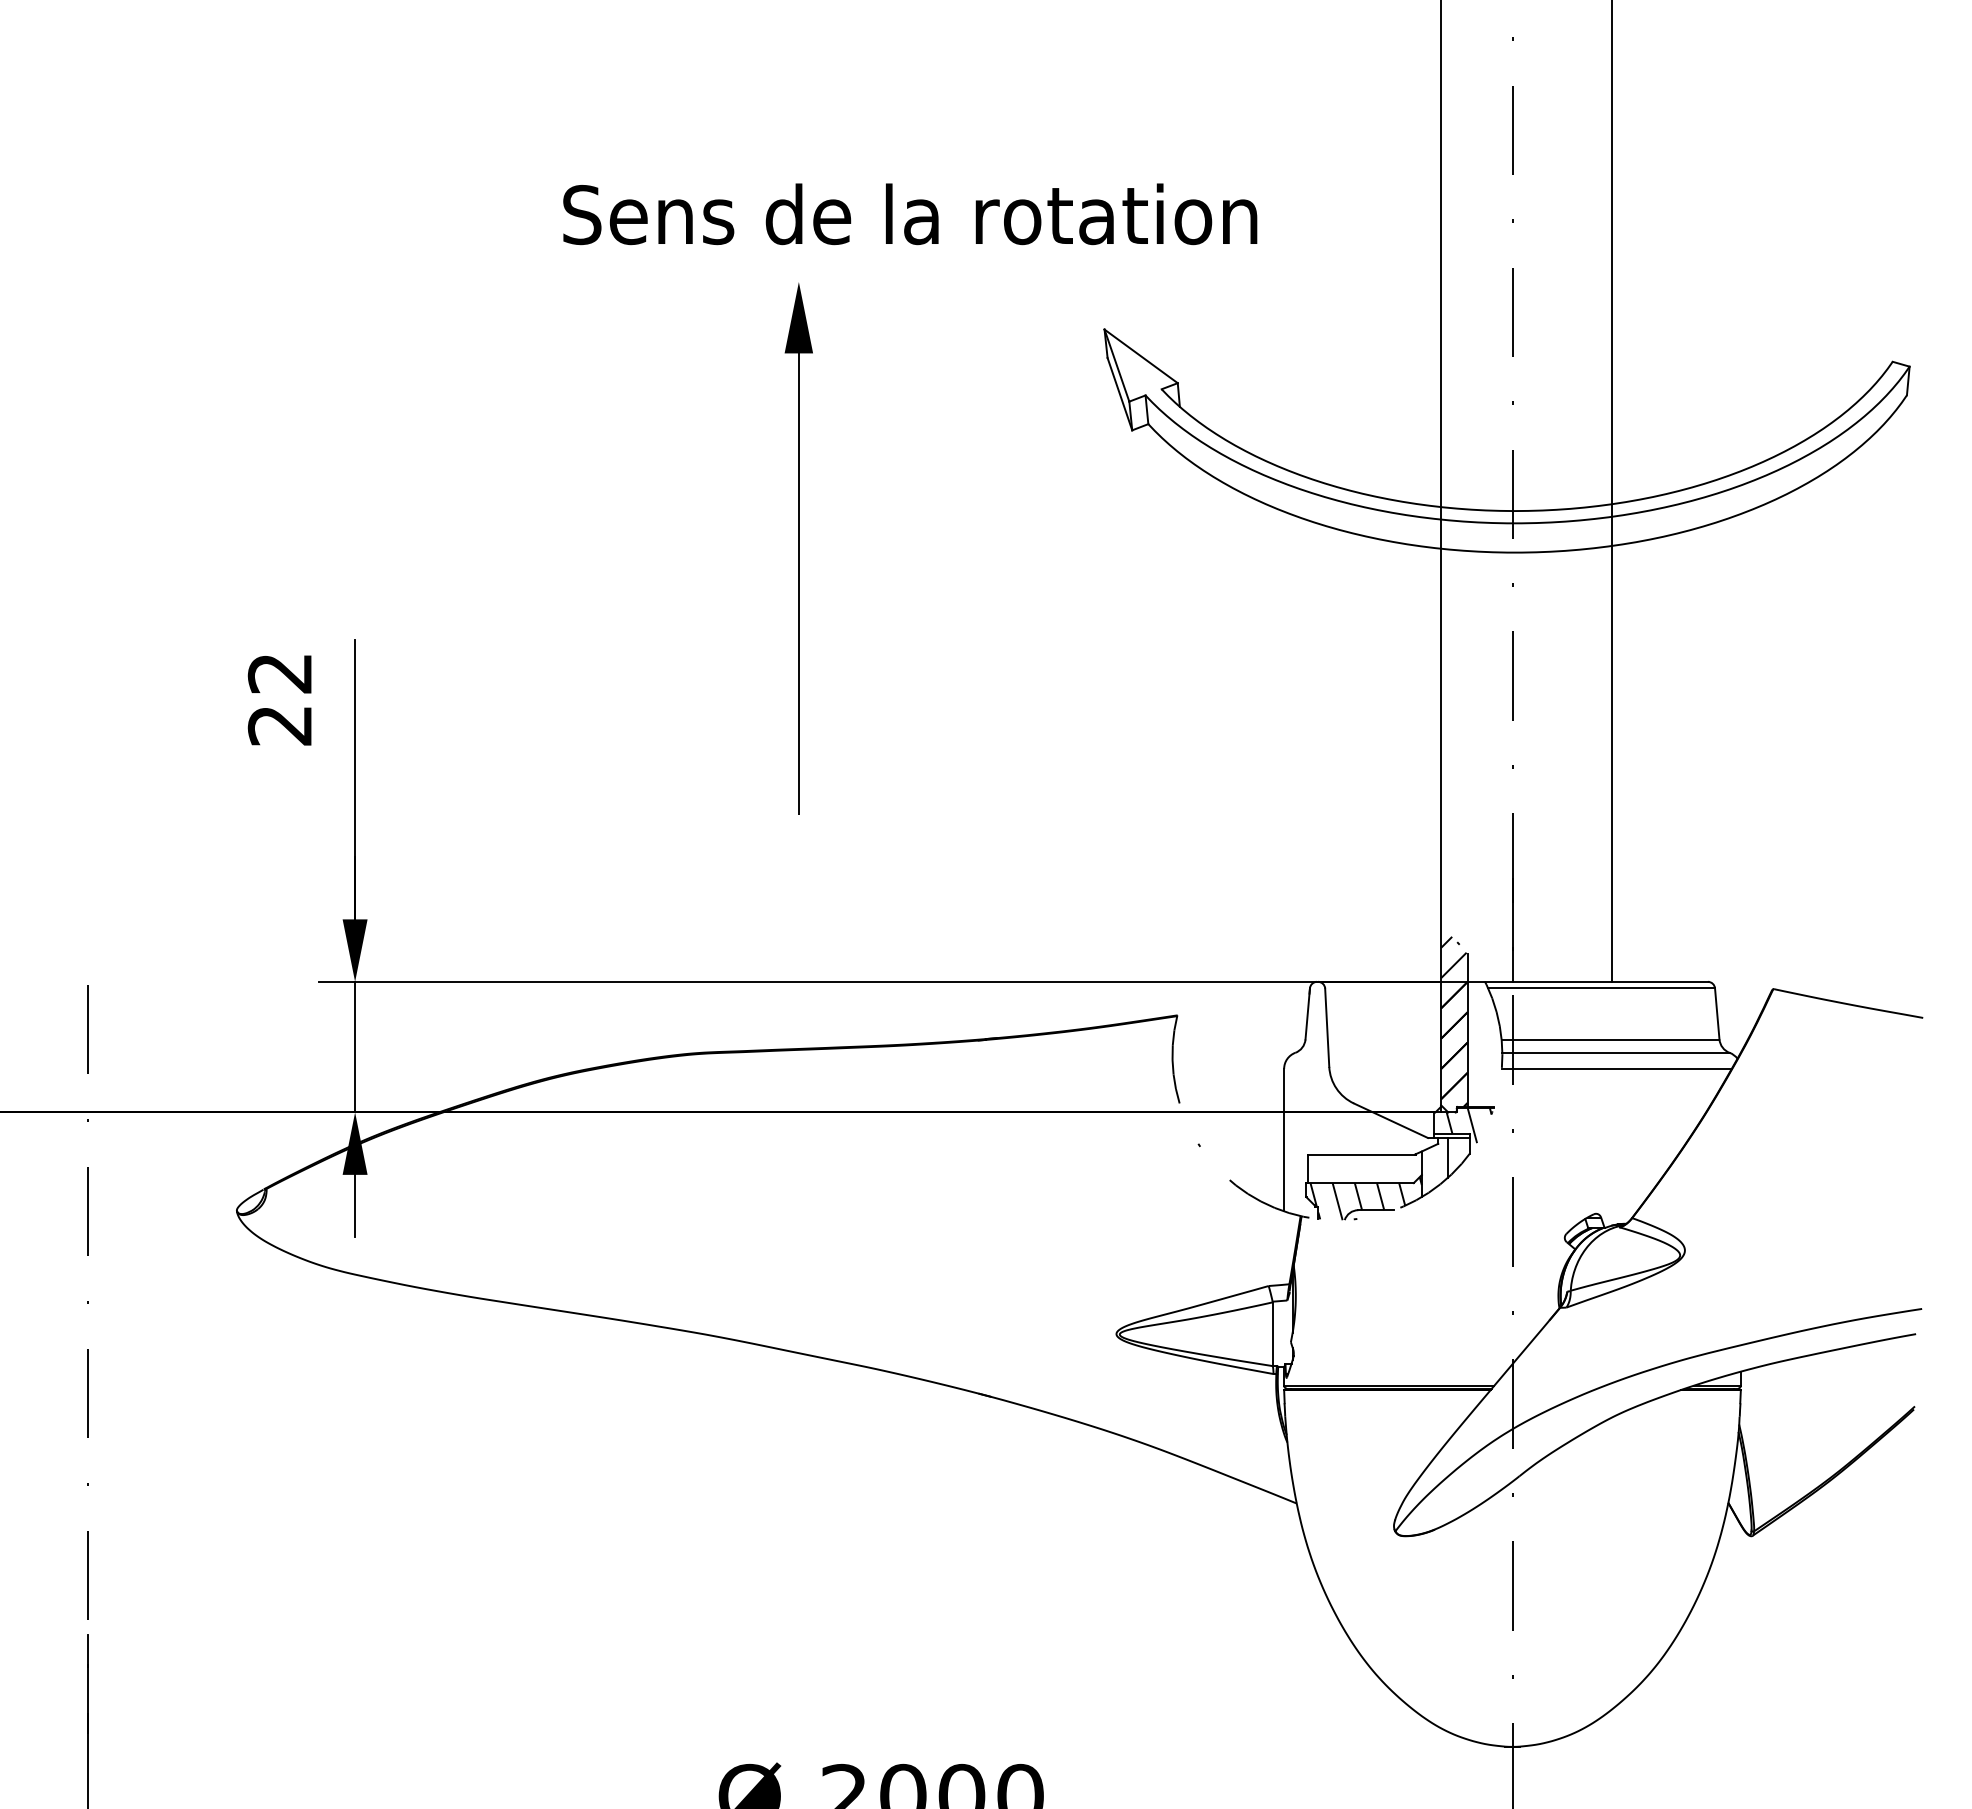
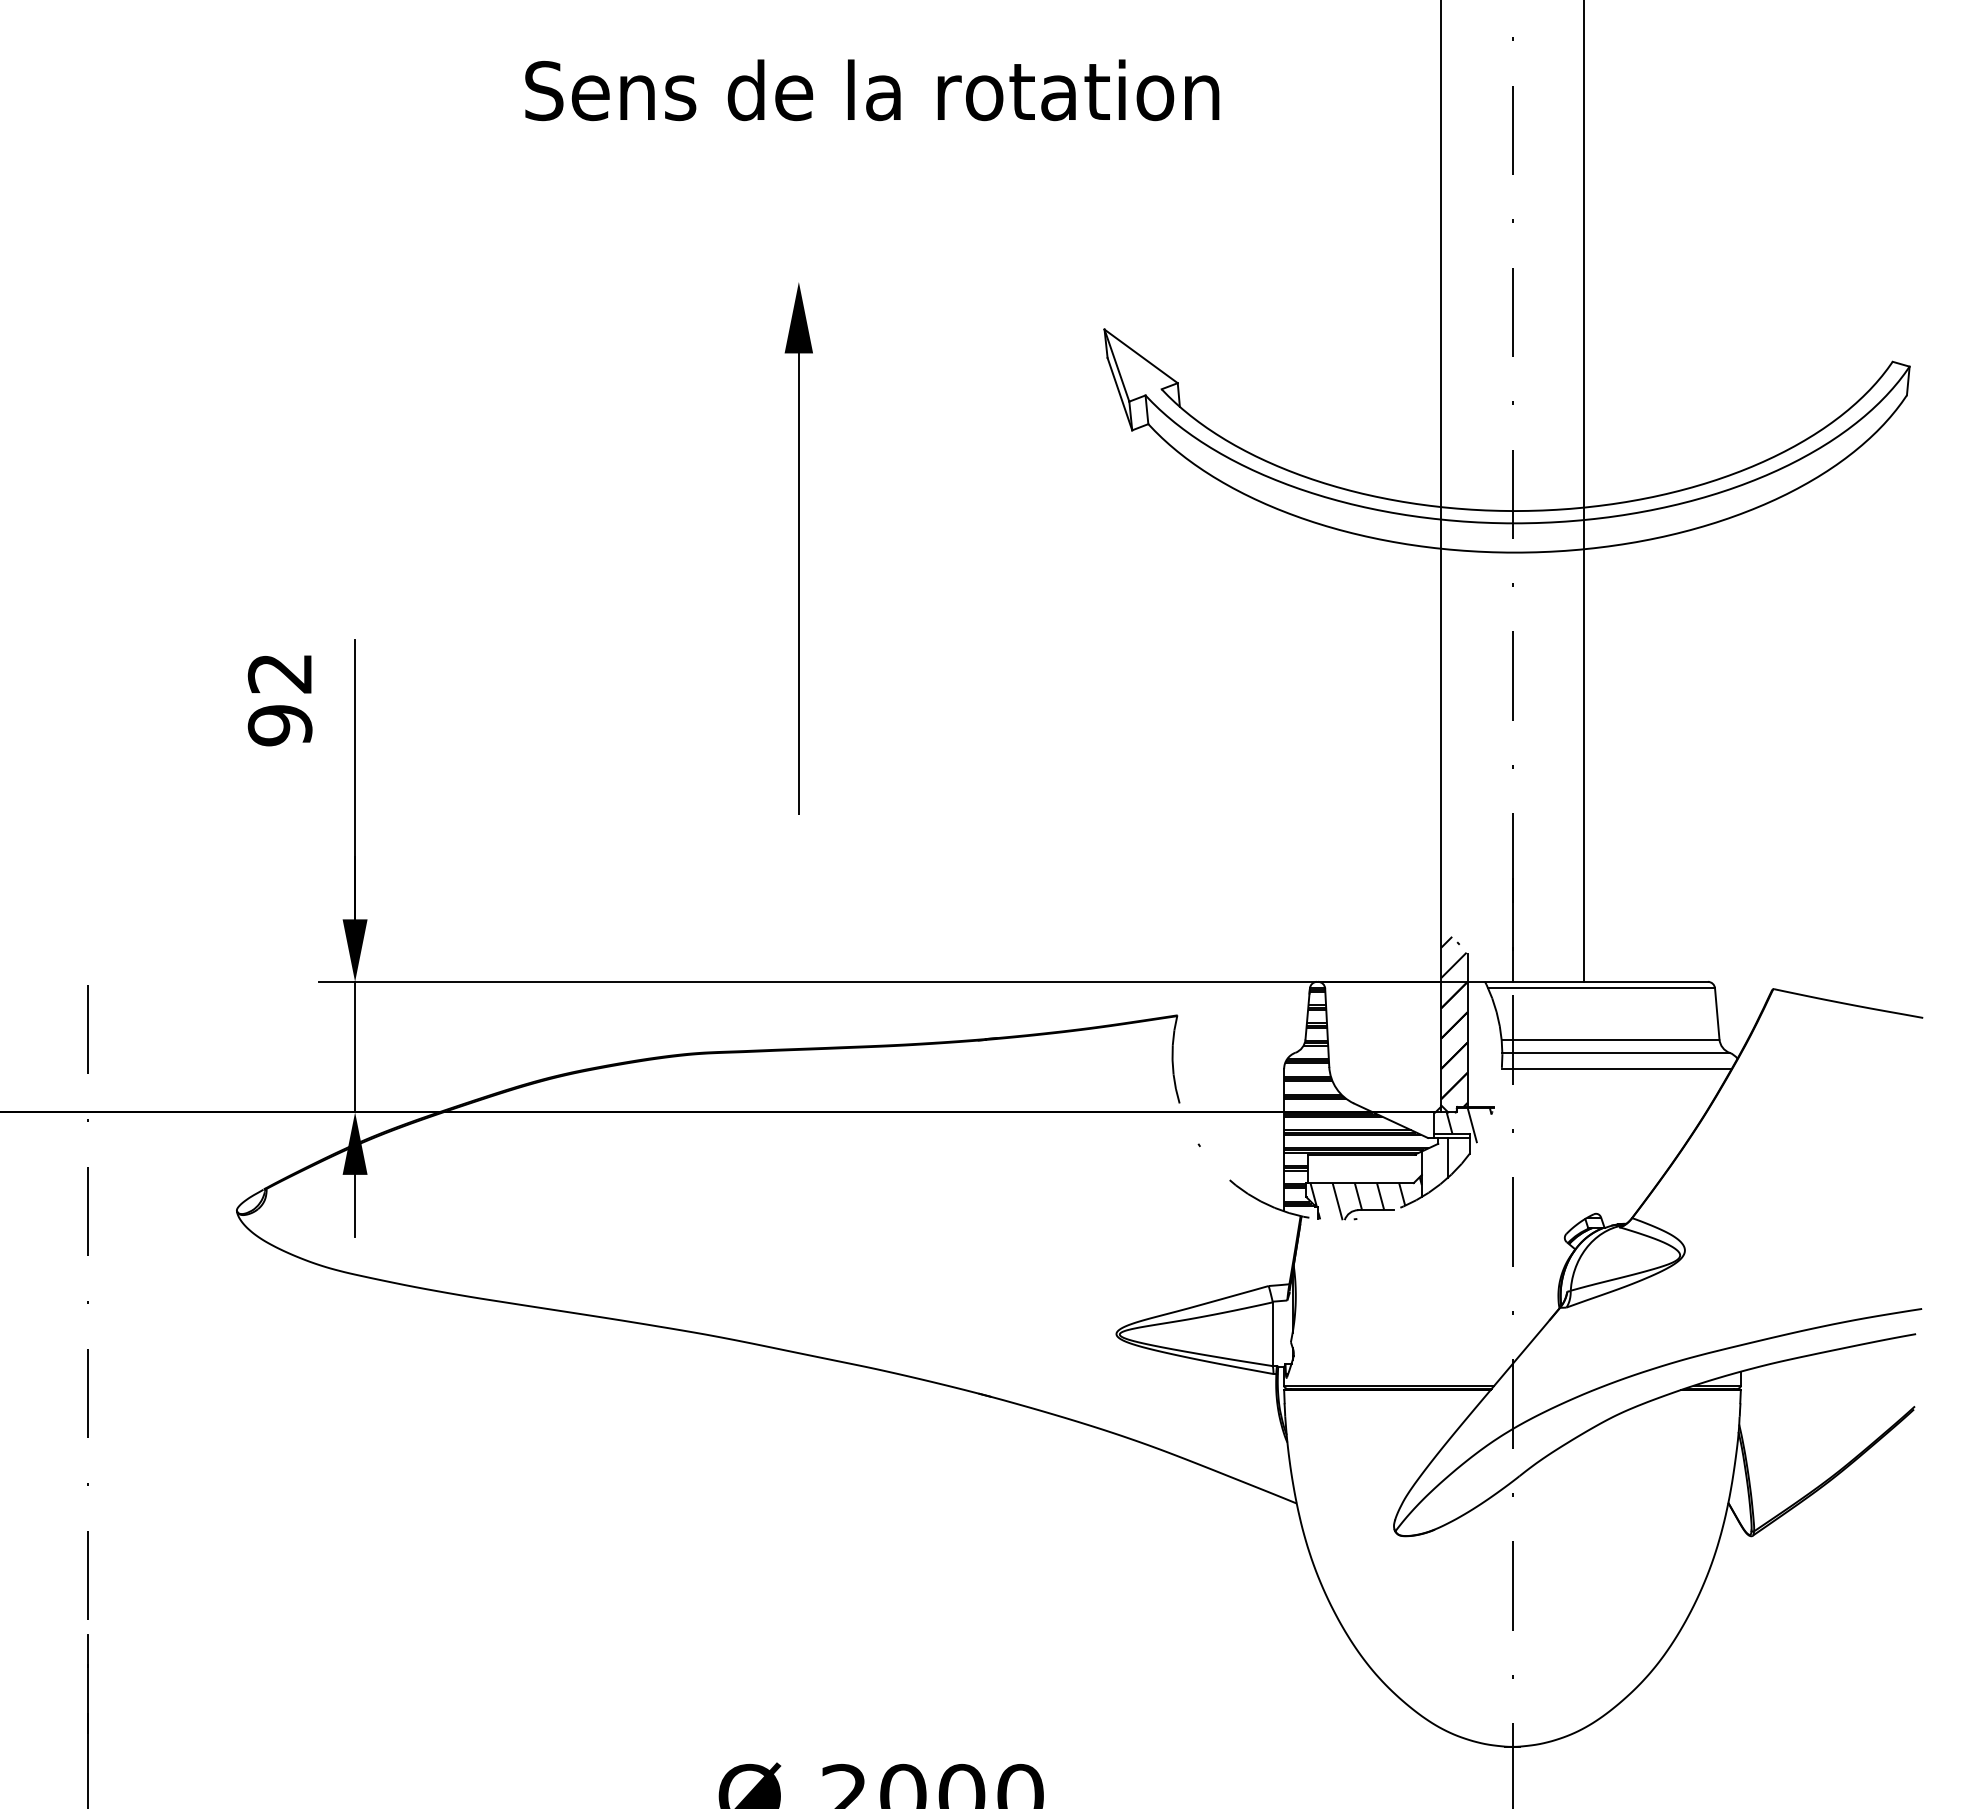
text at (910, 214) position: (910, 214) -> (872, 90)
line at (1611, 491) position: (1611, 491) -> (1583, 491)
text at (280, 725): 22 -> 92
hatch at (1356, 1096): none -> present
